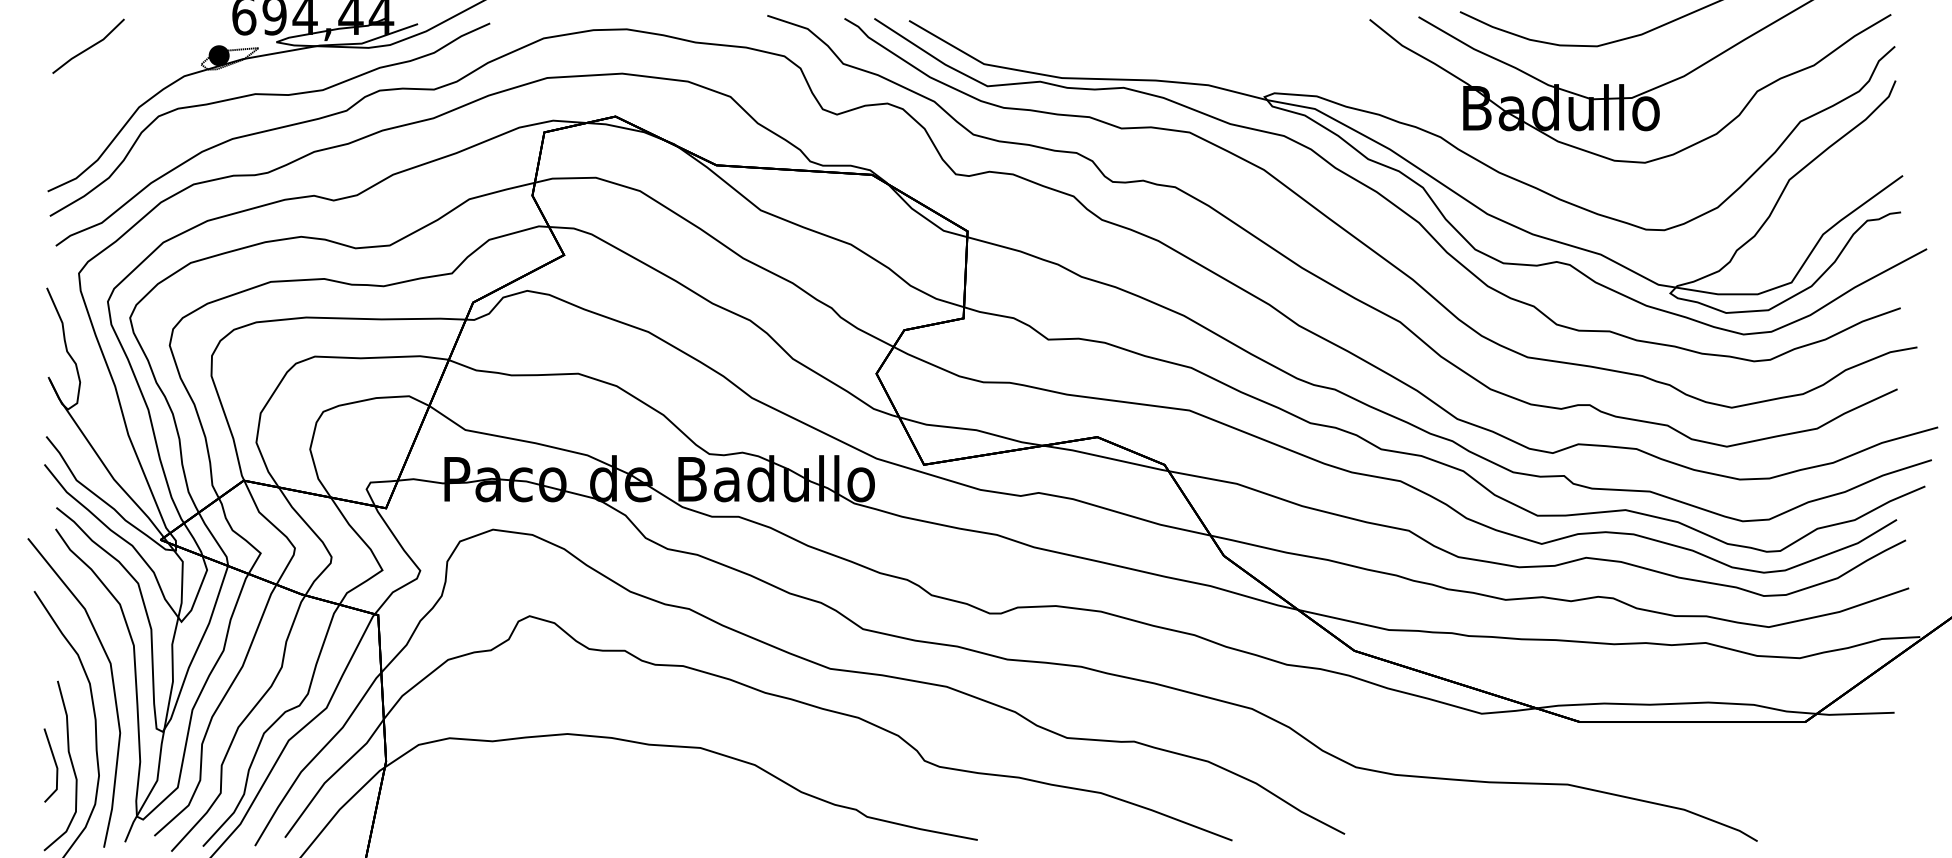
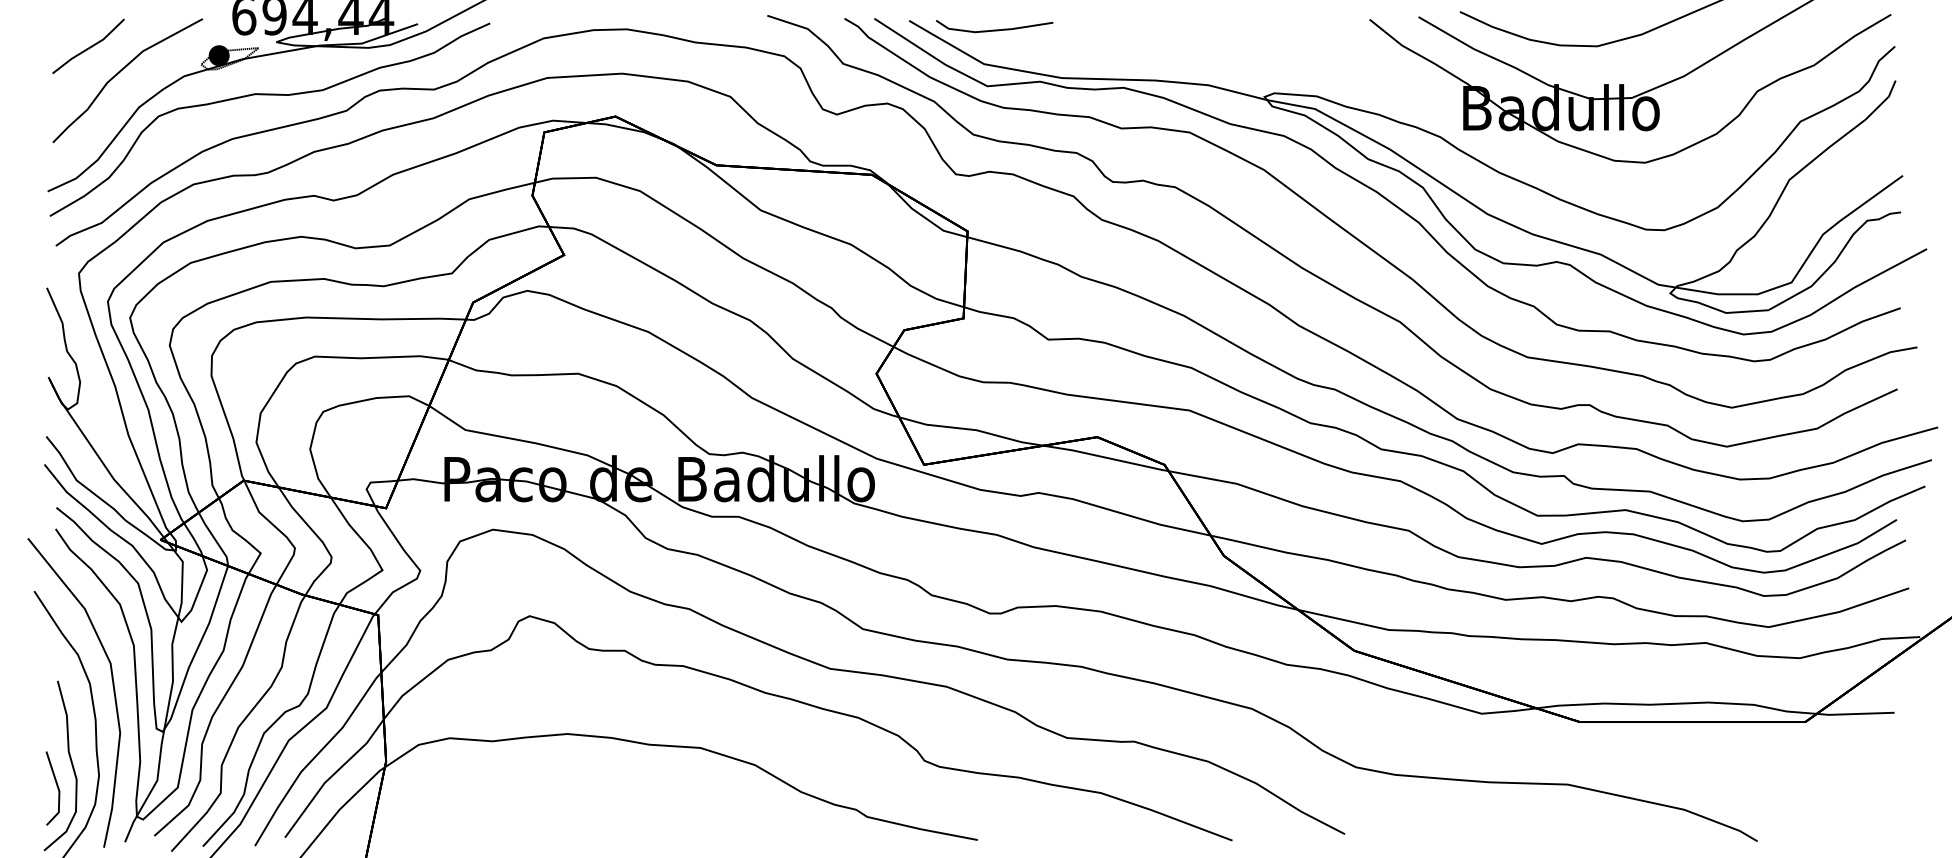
line at (994, 29): none -> present
curve at (120, 72): none -> present
line at (54, 763) position: (54, 763) -> (56, 786)
